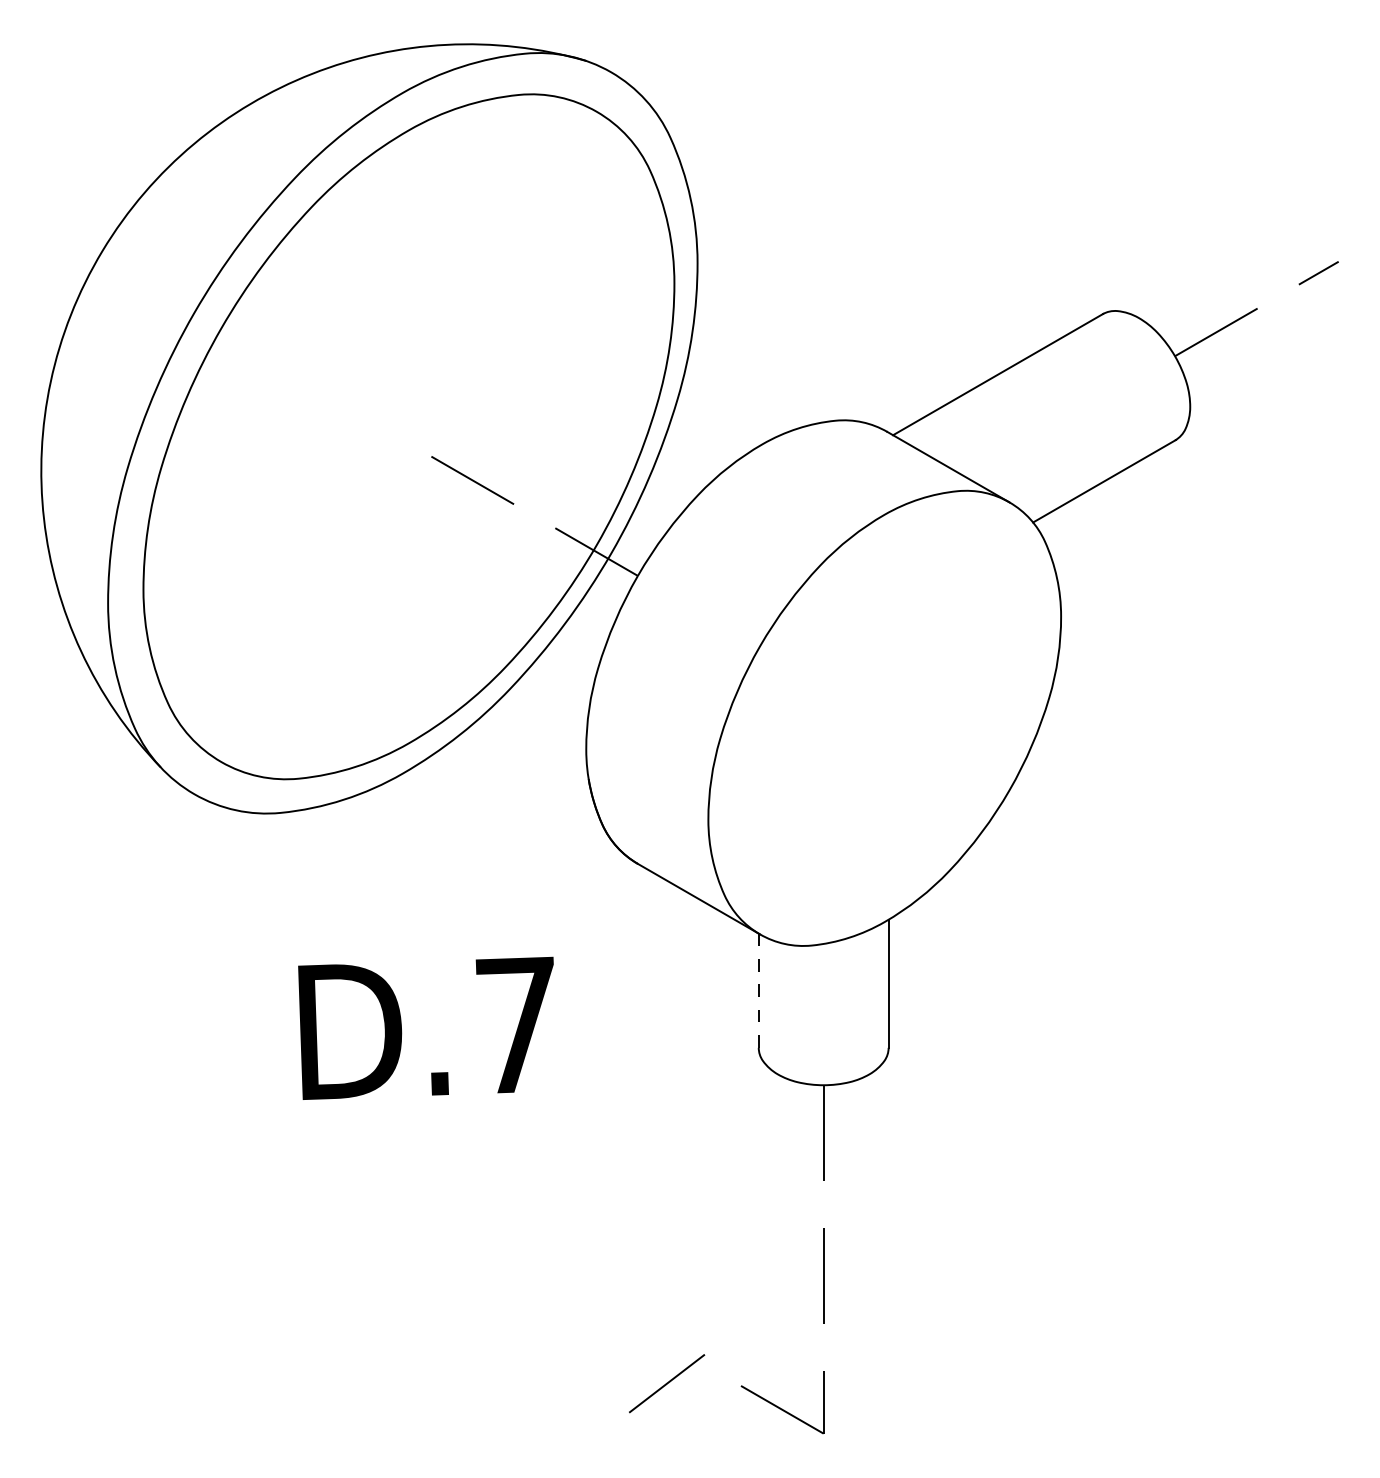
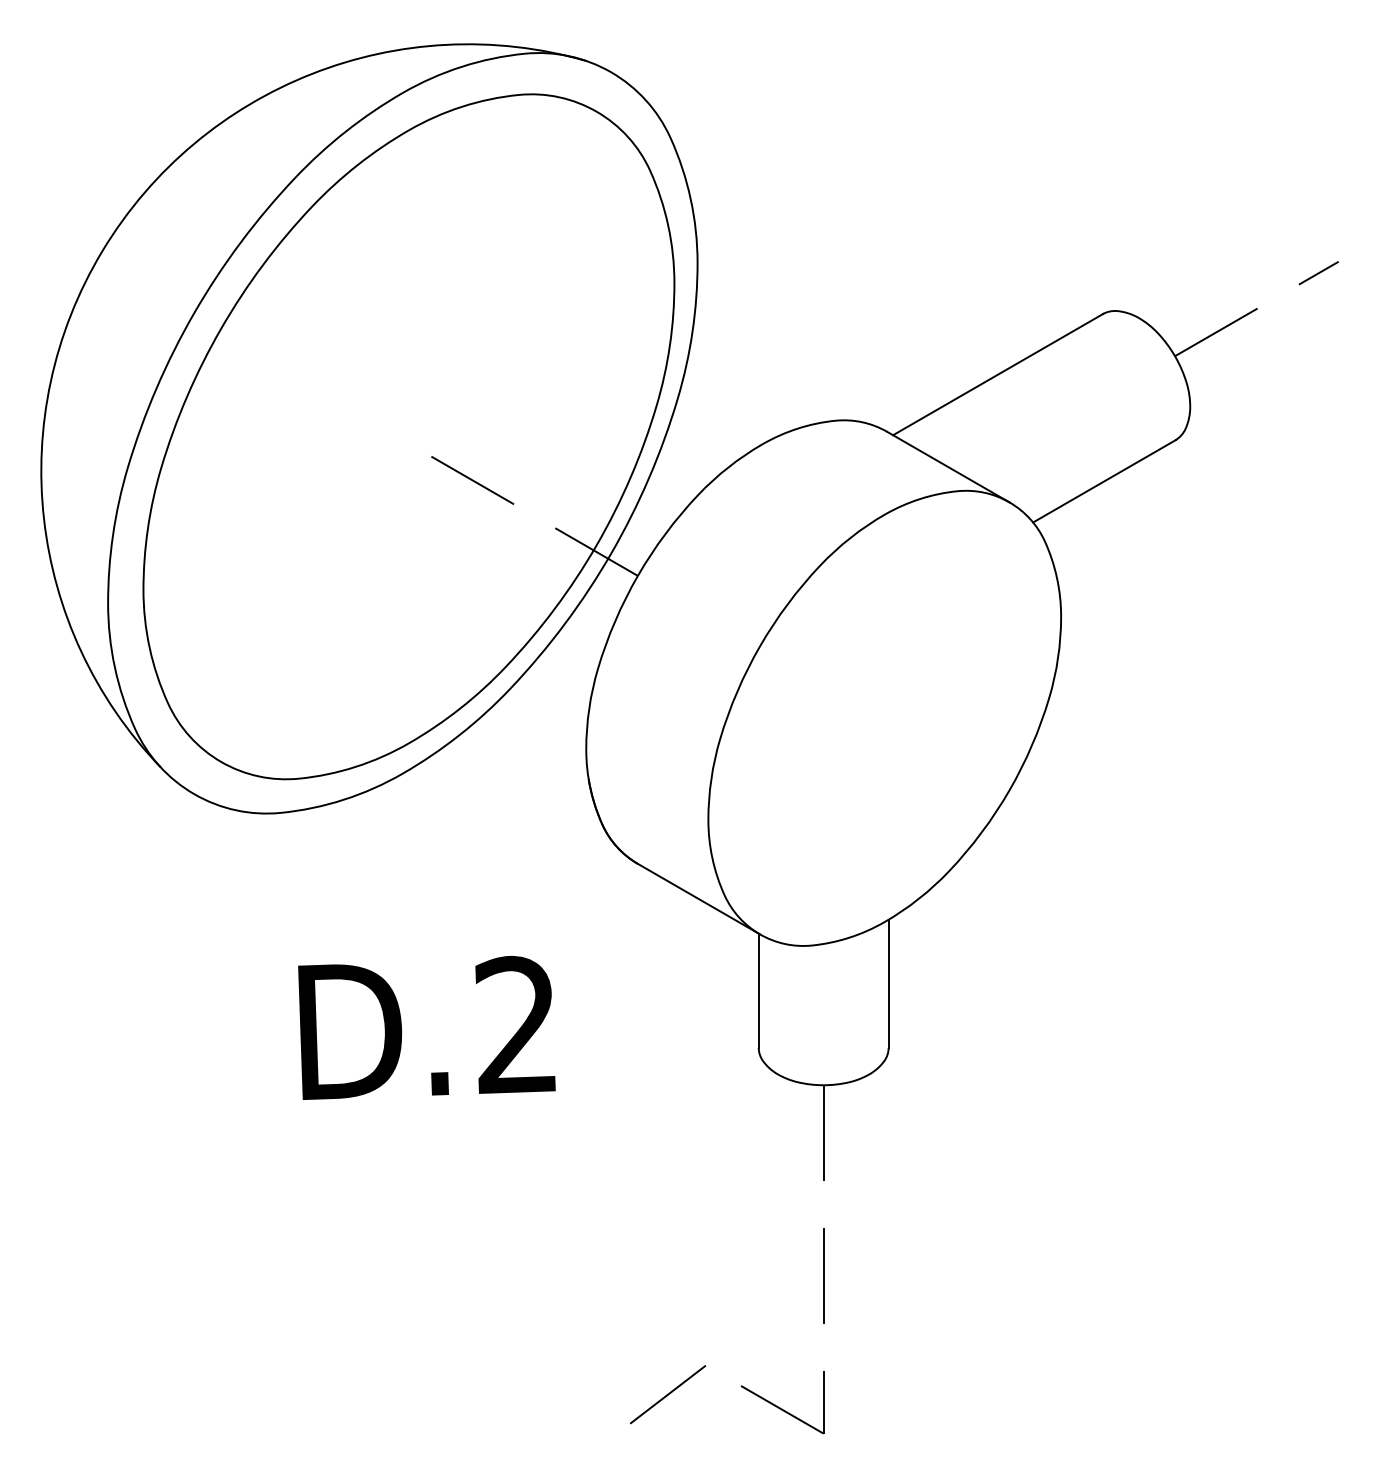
line at (758, 990): dashed -> solid
text at (515, 1024): D.7 -> D.2
line at (667, 1383) position: (667, 1383) -> (668, 1394)
